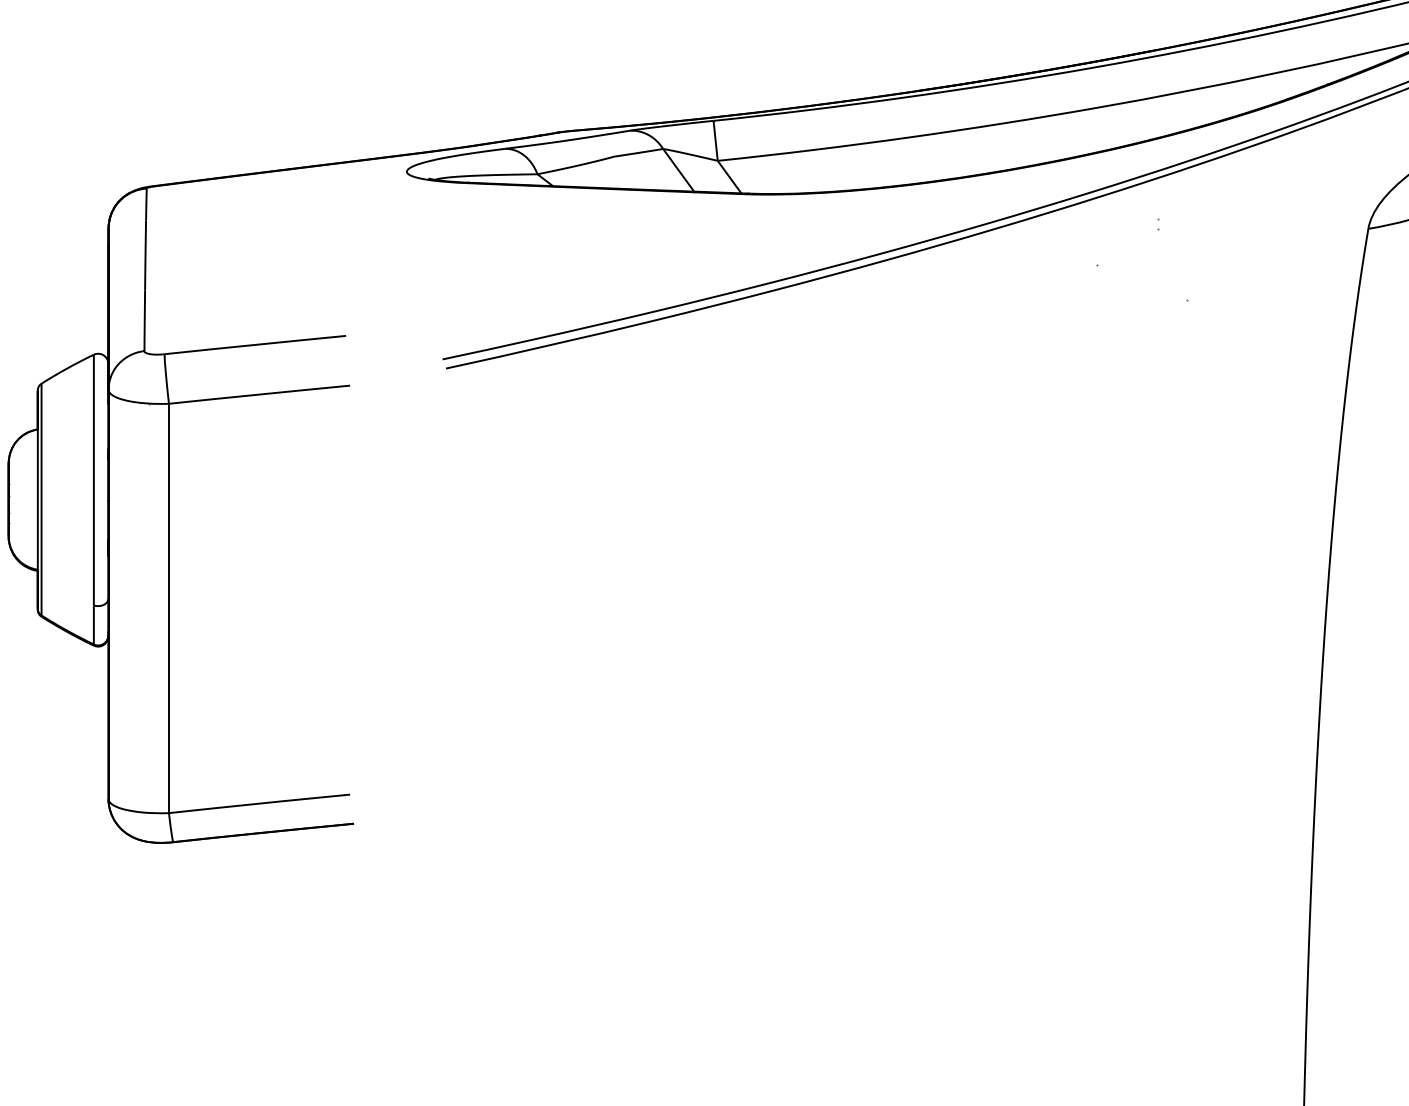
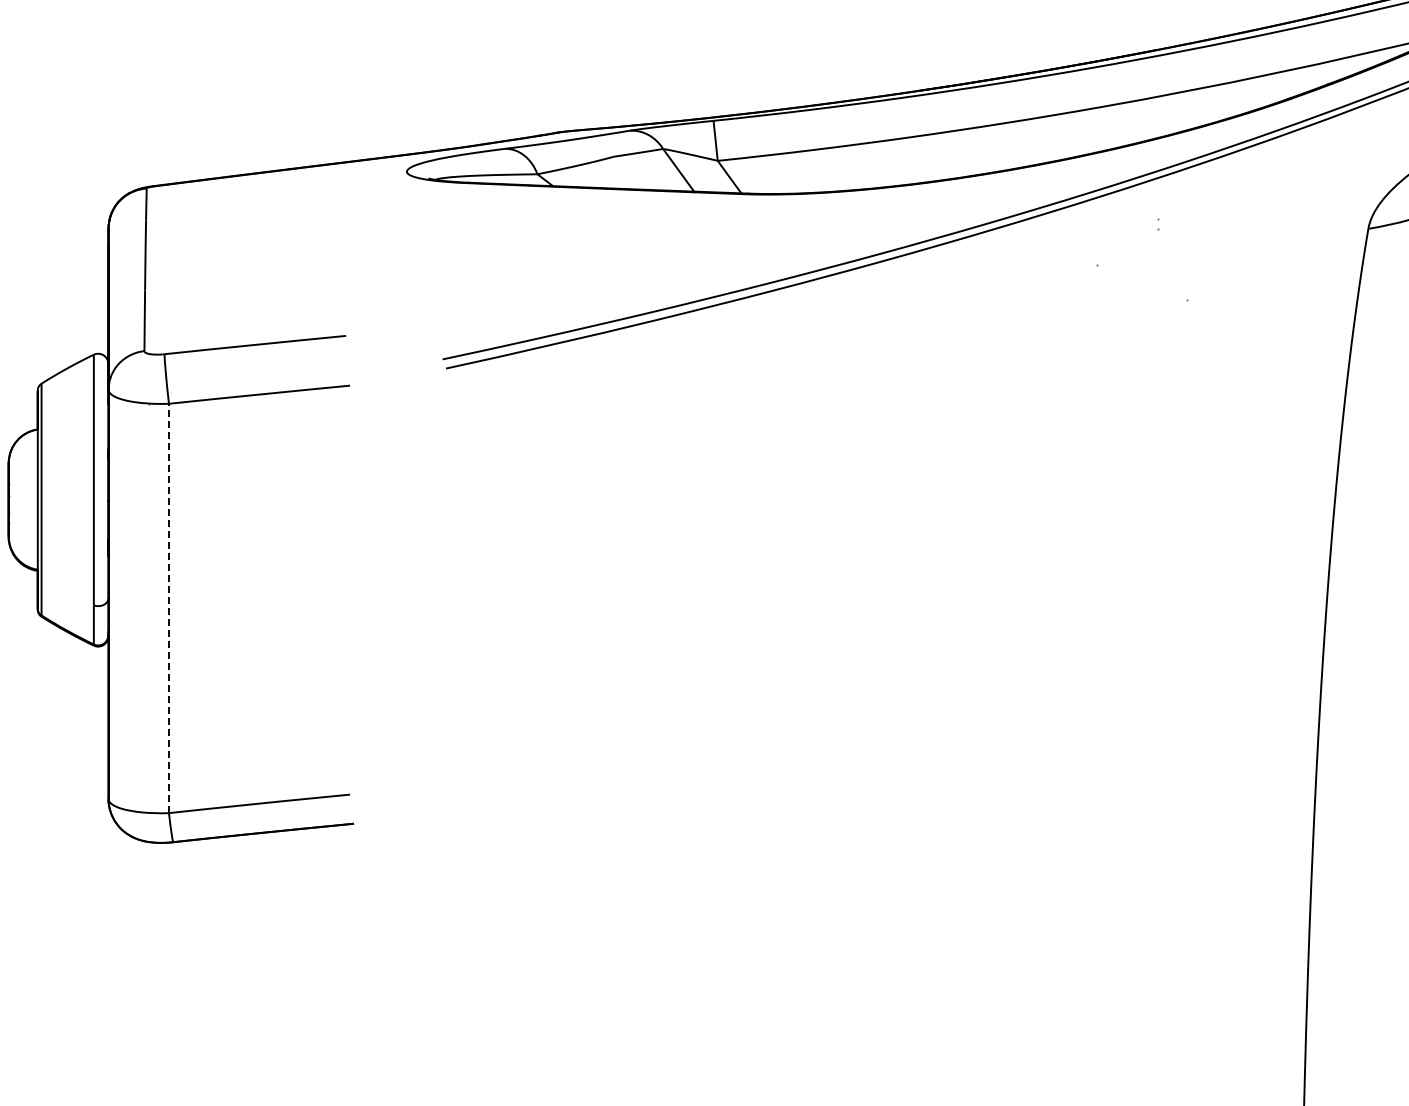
line at (168, 608): solid -> dashed
